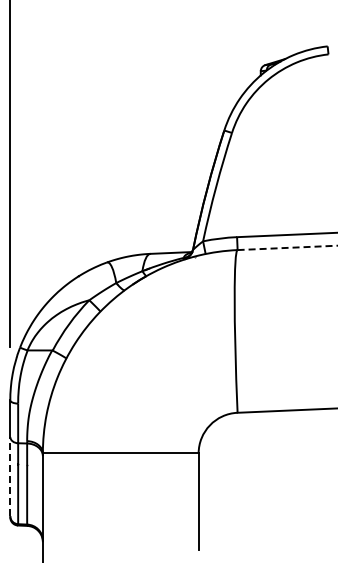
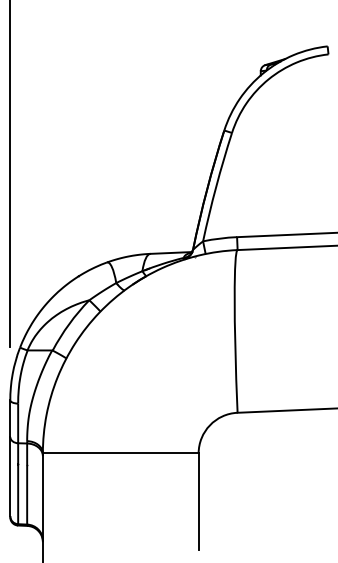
line at (287, 247): dashed -> solid
line at (10, 476): dashed -> solid
